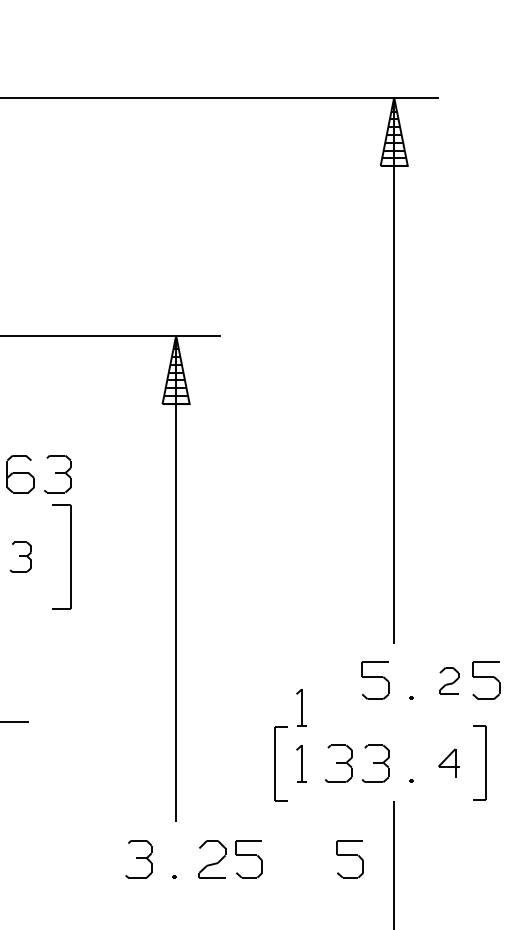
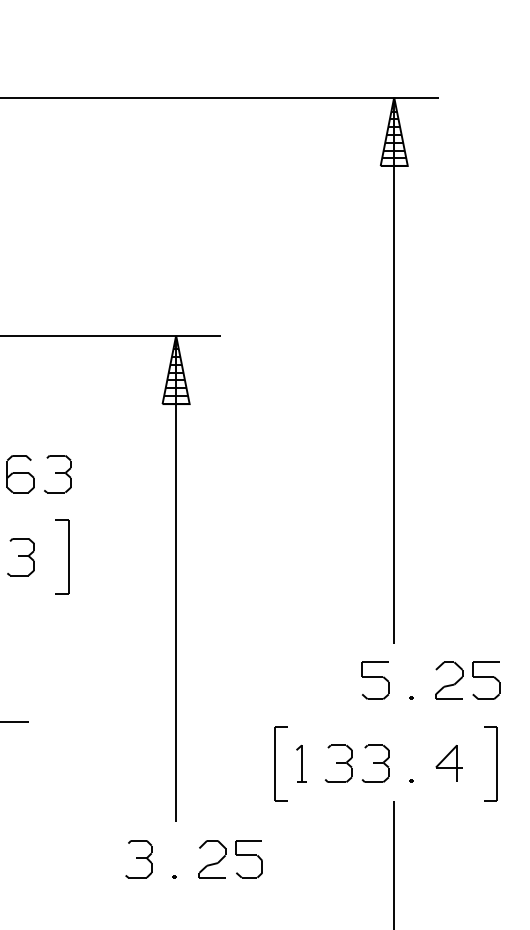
part at (20, 556) size: 23x32 px -> 28x39 px
part at (61, 556) size: 20x106 px -> 15x76 px
part at (449, 680) size: 21x28 px -> 29x39 px
part at (301, 707): present -> none
part at (448, 762) size: 22x30 px -> 28x37 px
part at (479, 762) position: (479, 762) -> (490, 763)
part at (349, 859): present -> none
